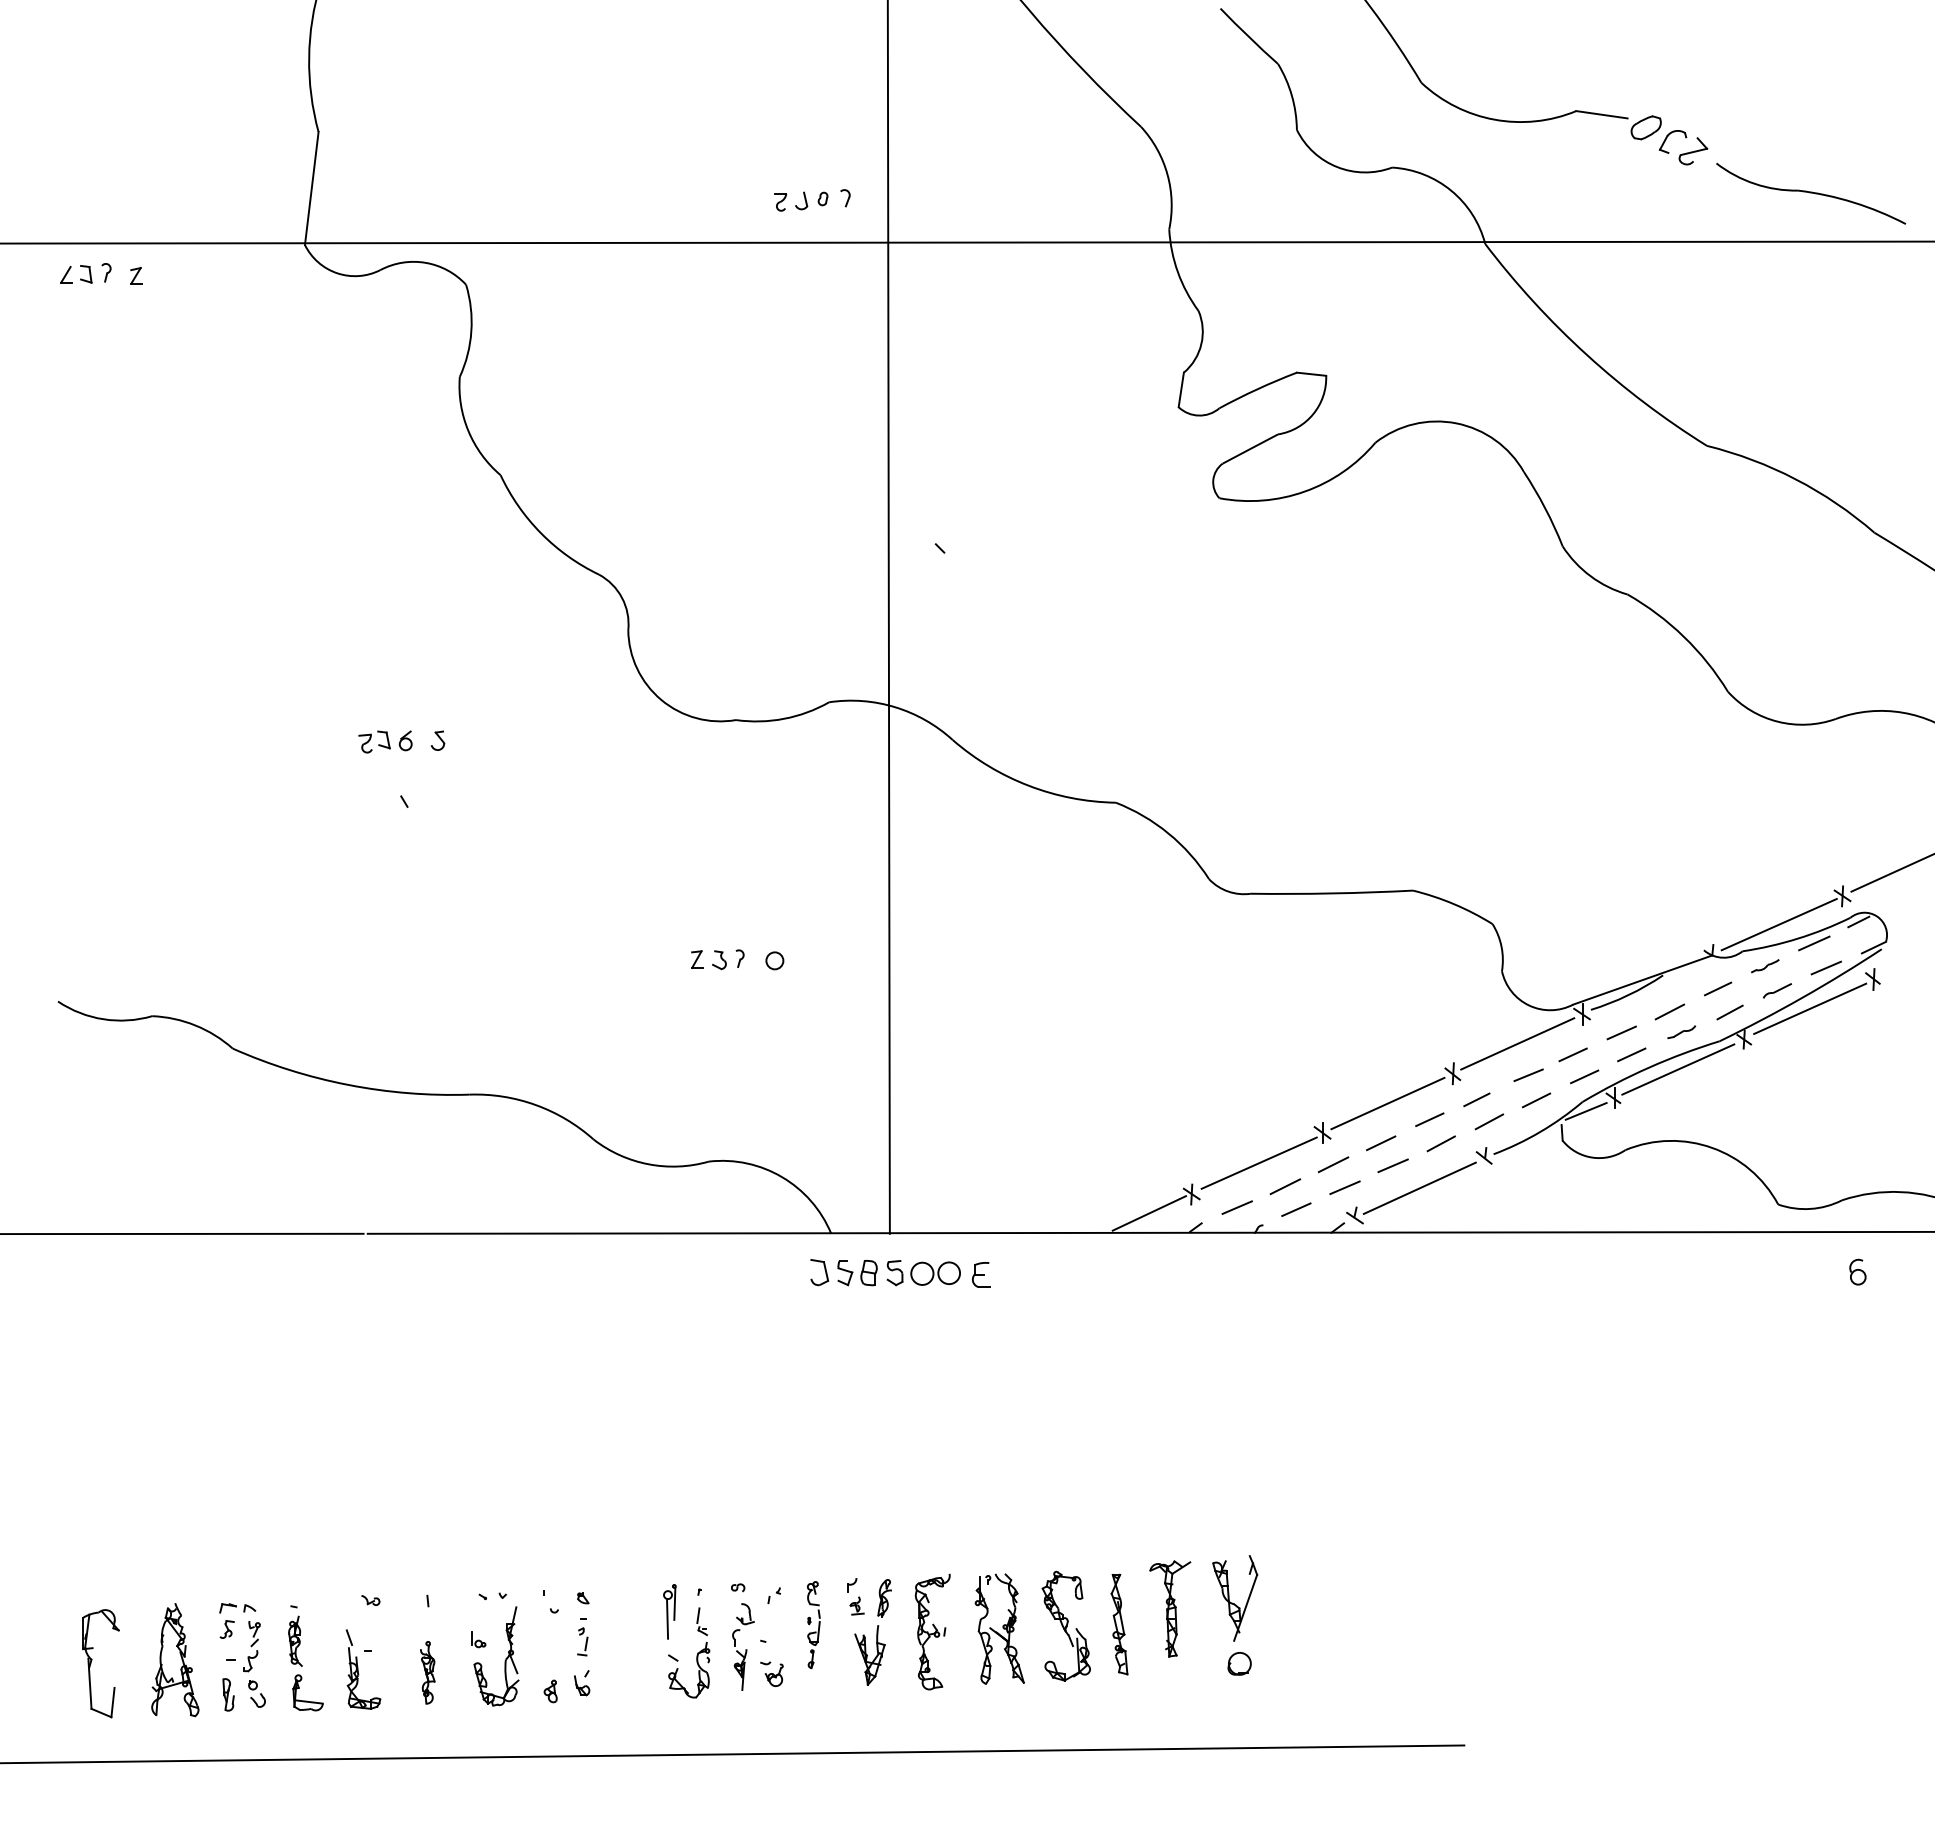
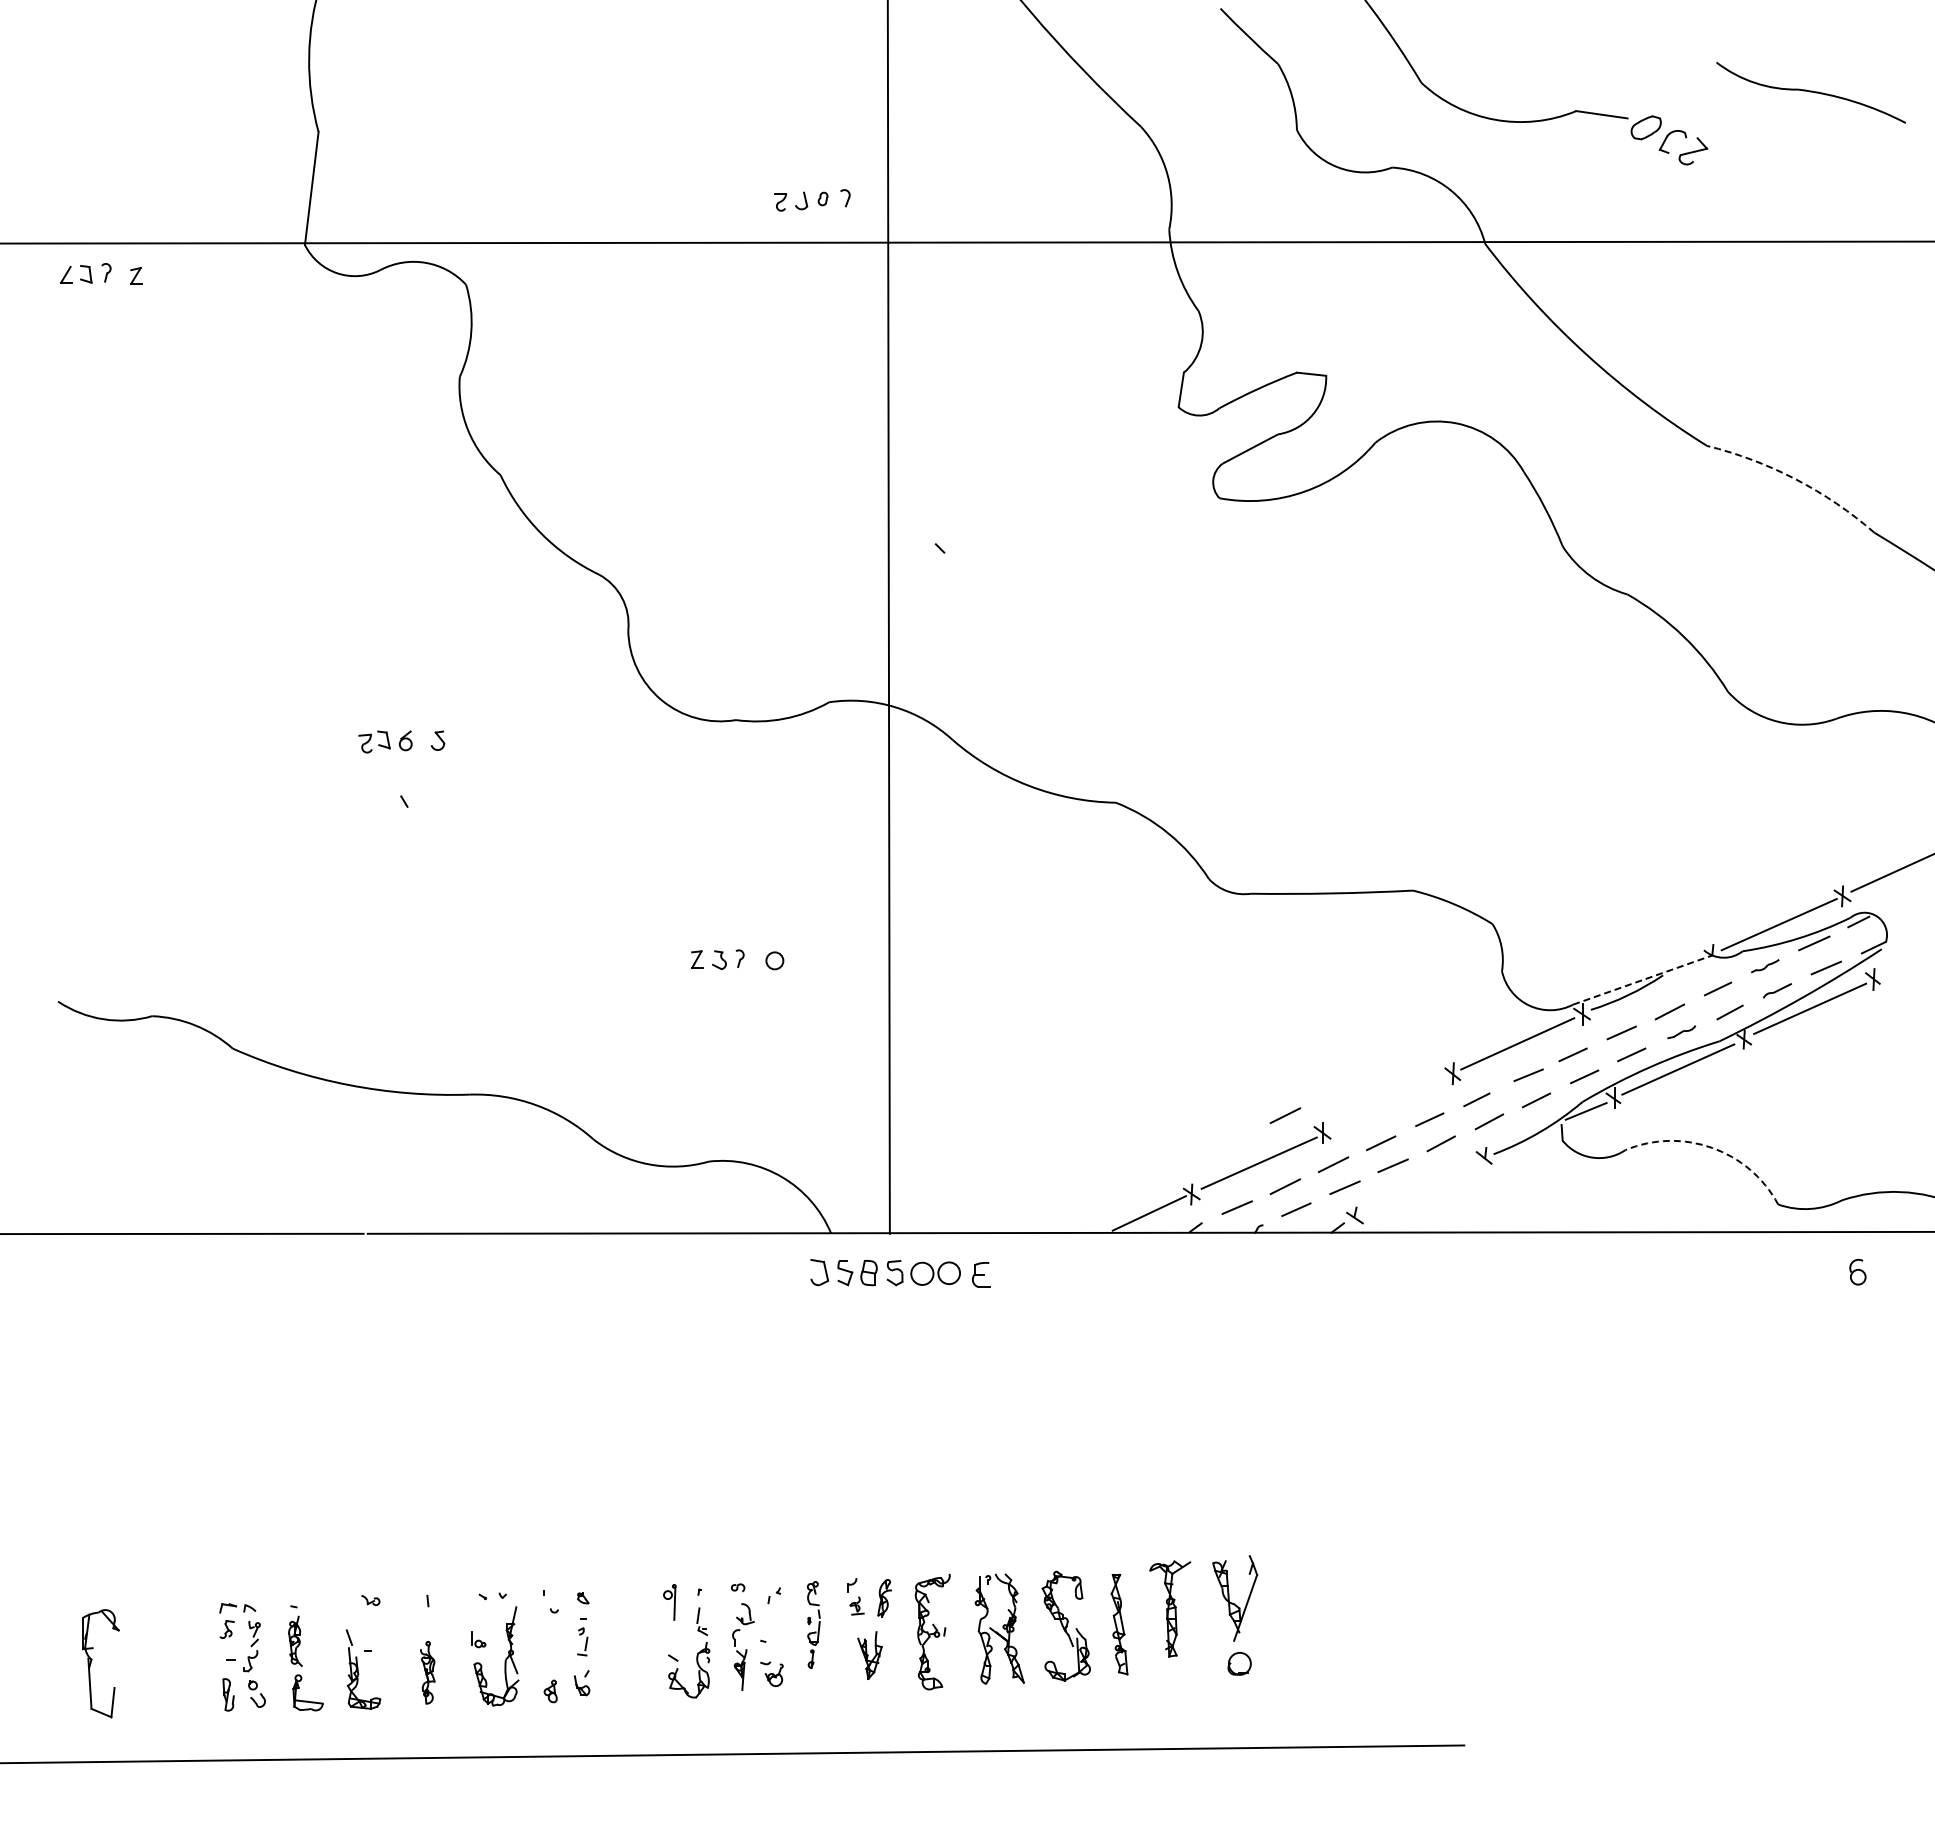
part at (1811, 193) position: (1811, 193) -> (1811, 92)
arc at (1795, 479): solid -> dashed
line at (1642, 980): solid -> dashed
line at (1387, 1103): present -> none
line at (1285, 1115): none -> present
arc at (1712, 1147): solid -> dashed
line at (1419, 1187): present -> none
line at (667, 1618): present -> none
part at (869, 1655) size: 32x61 px -> 26x49 px
part at (175, 1660): present -> none
